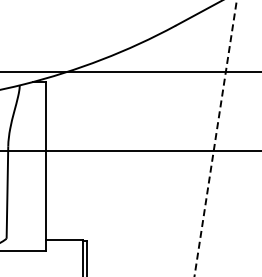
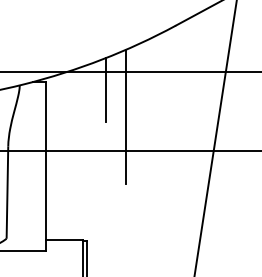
line at (105, 89): none -> present
line at (125, 116): none -> present
line at (215, 138): dashed -> solid
